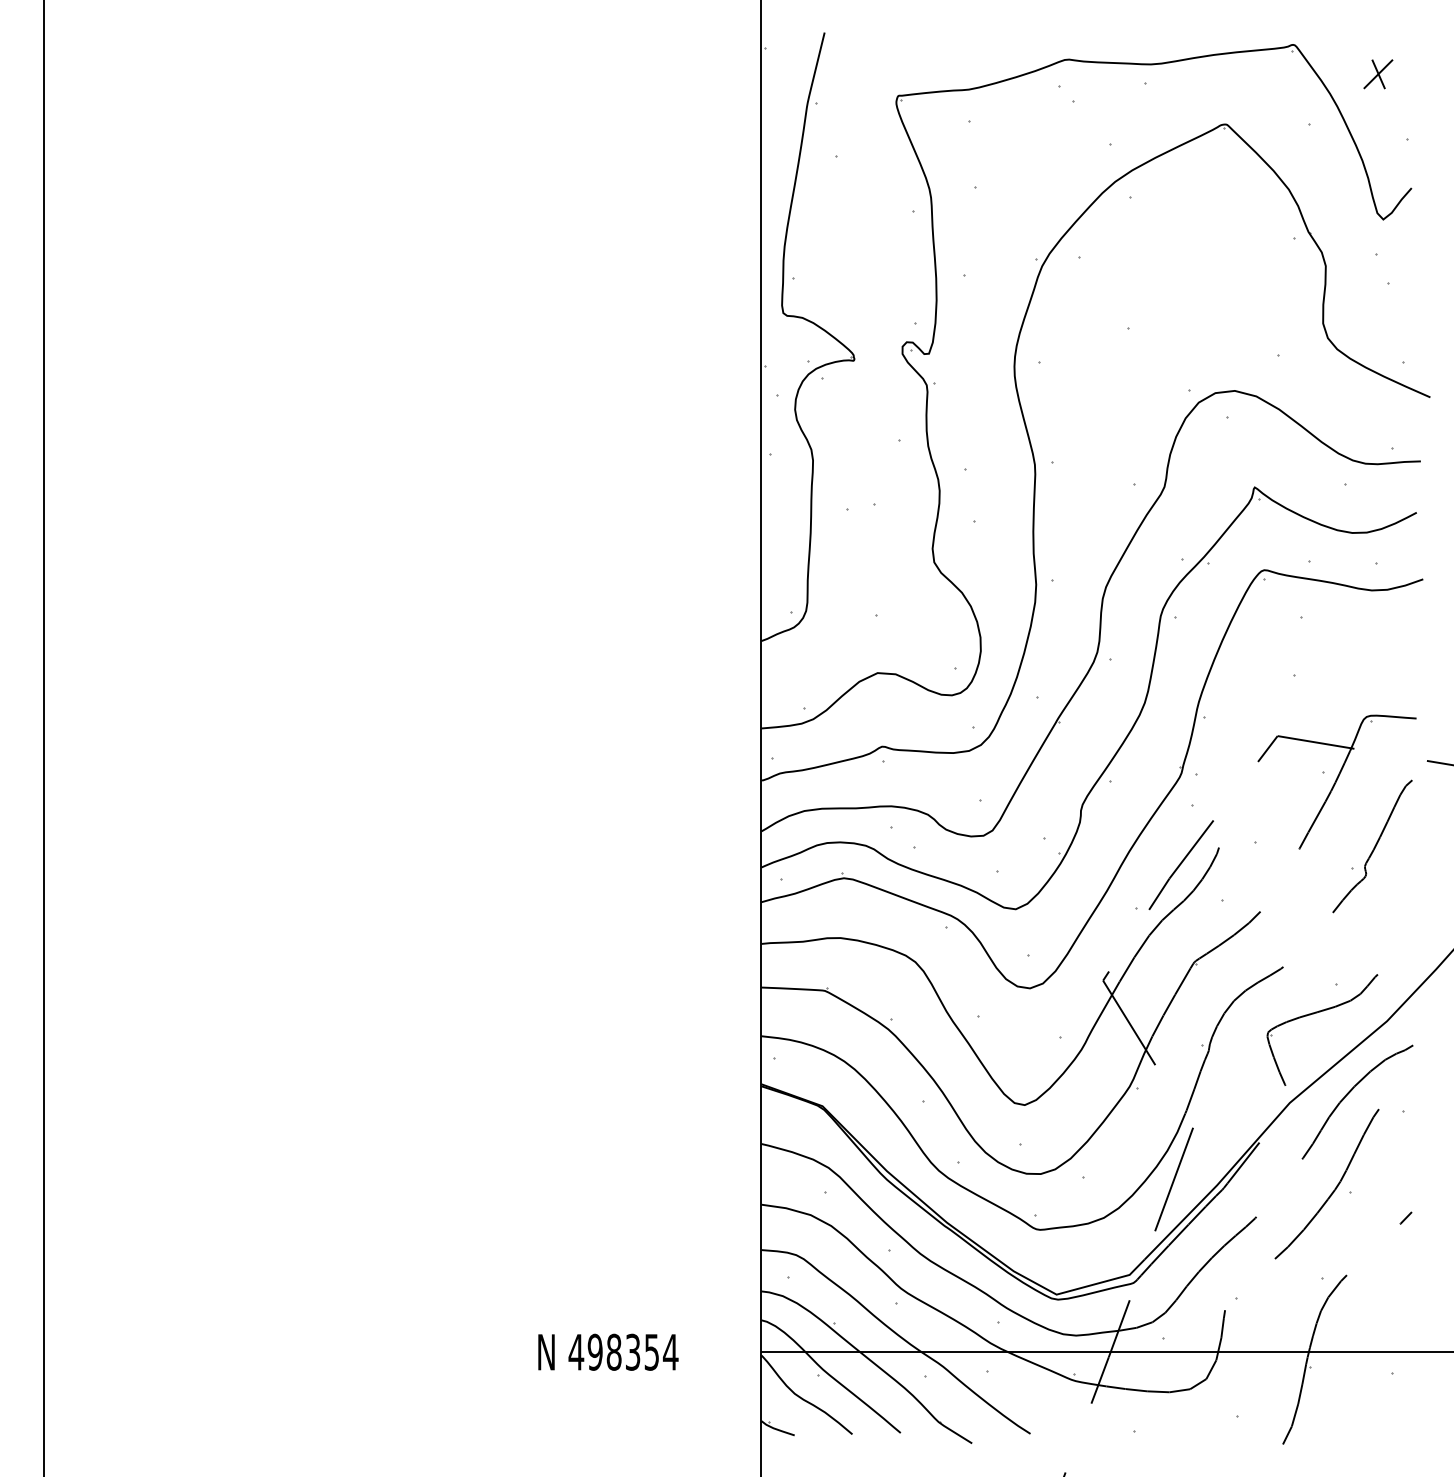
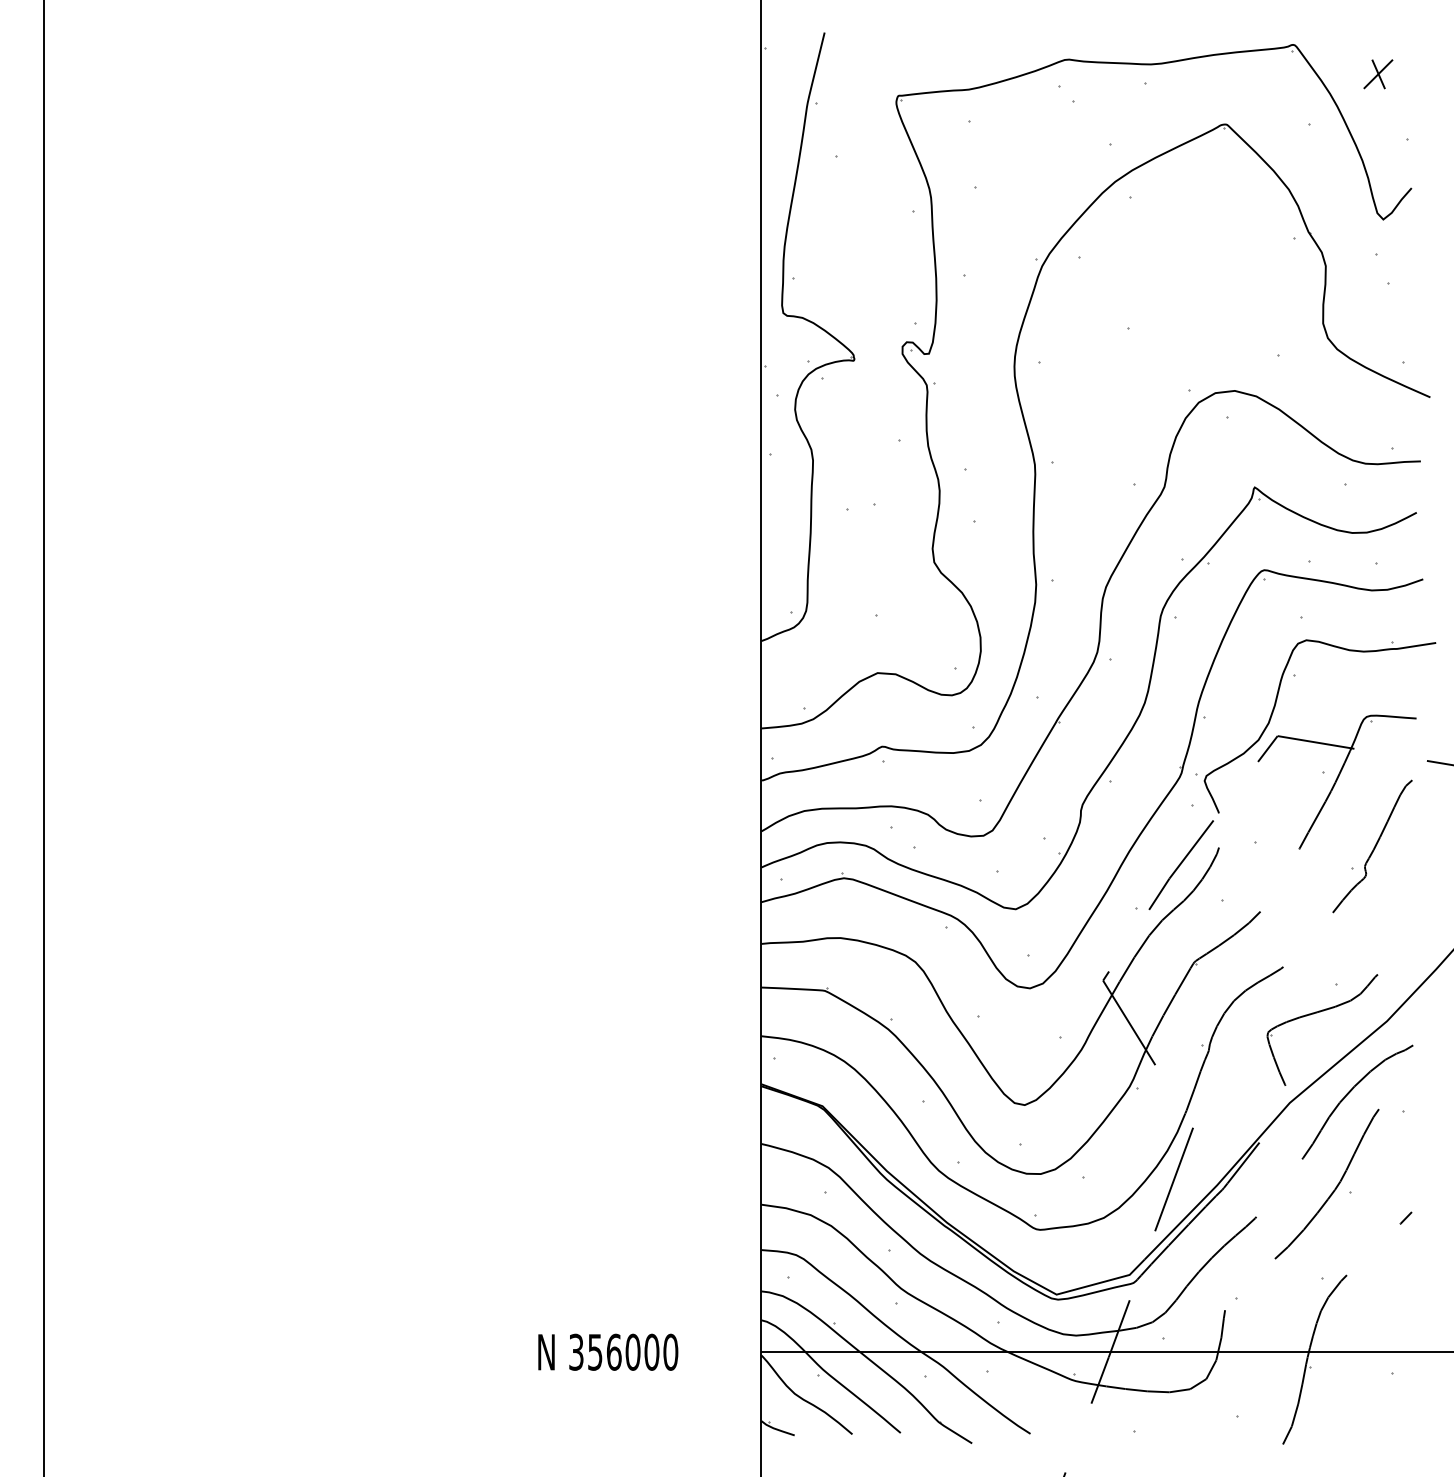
part at (1274, 710): none -> present
text at (623, 1351): 498354 -> 356000
